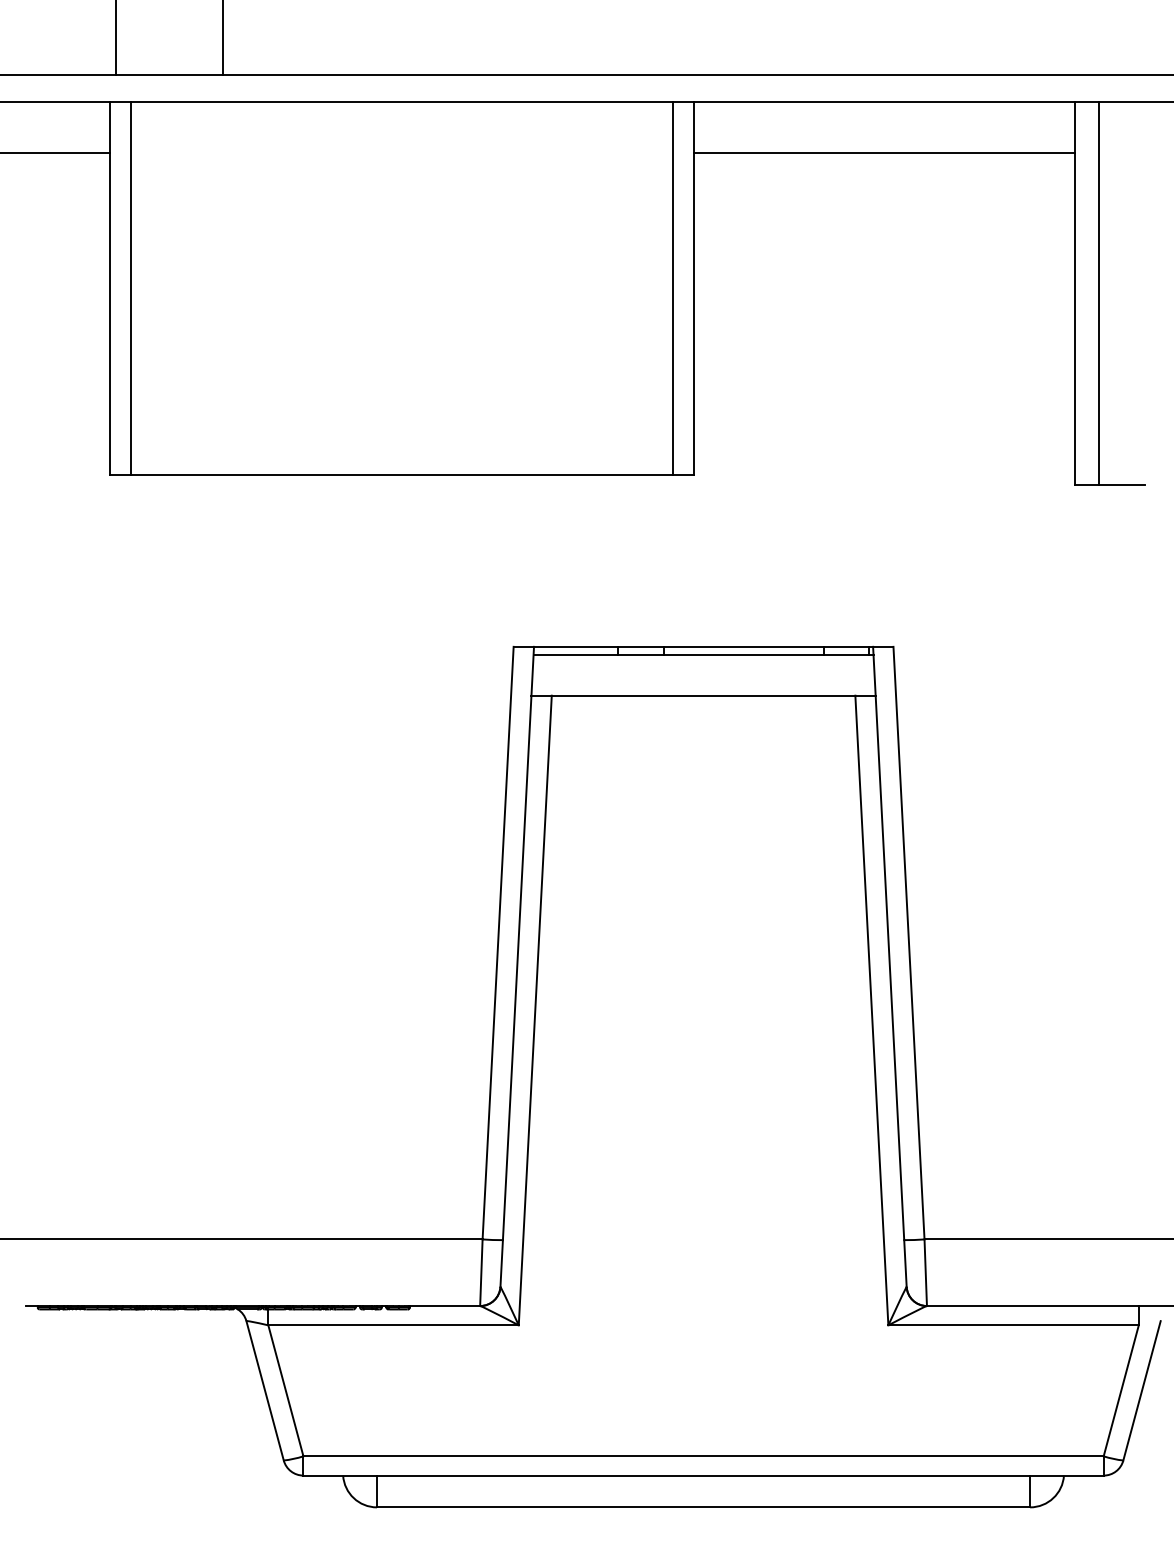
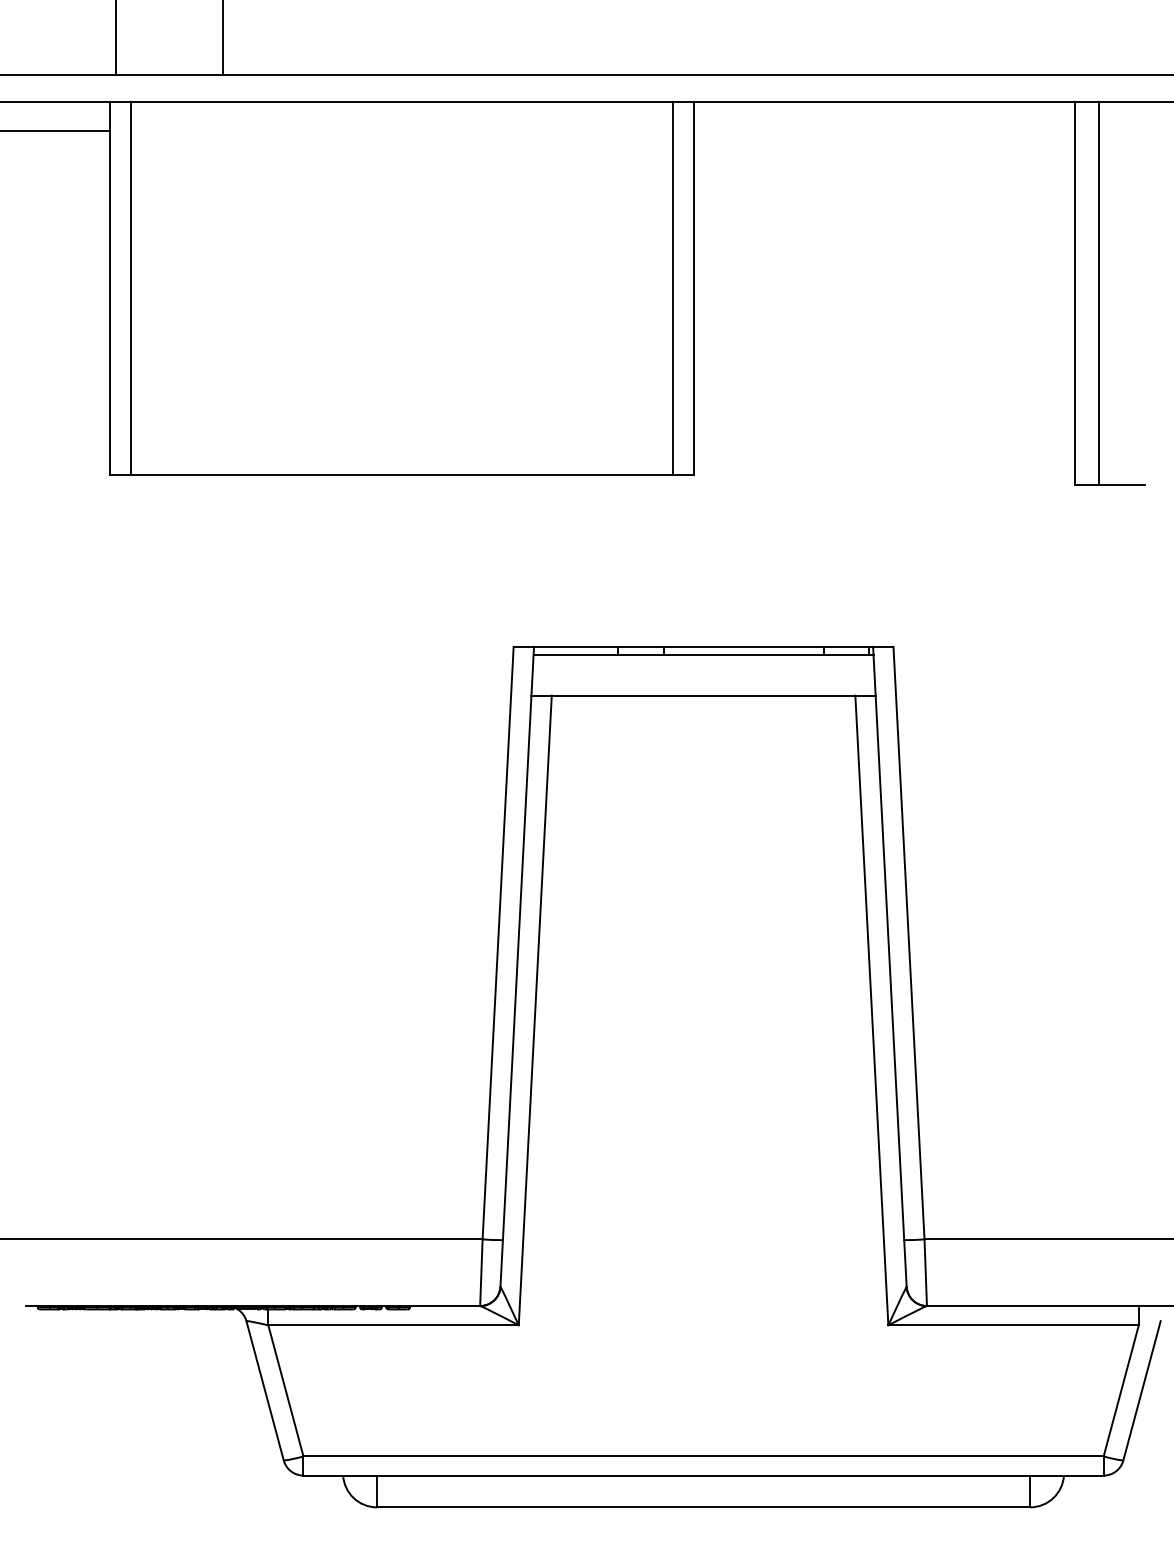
line at (56, 153) position: (56, 153) -> (56, 131)
line at (883, 153): present -> none
